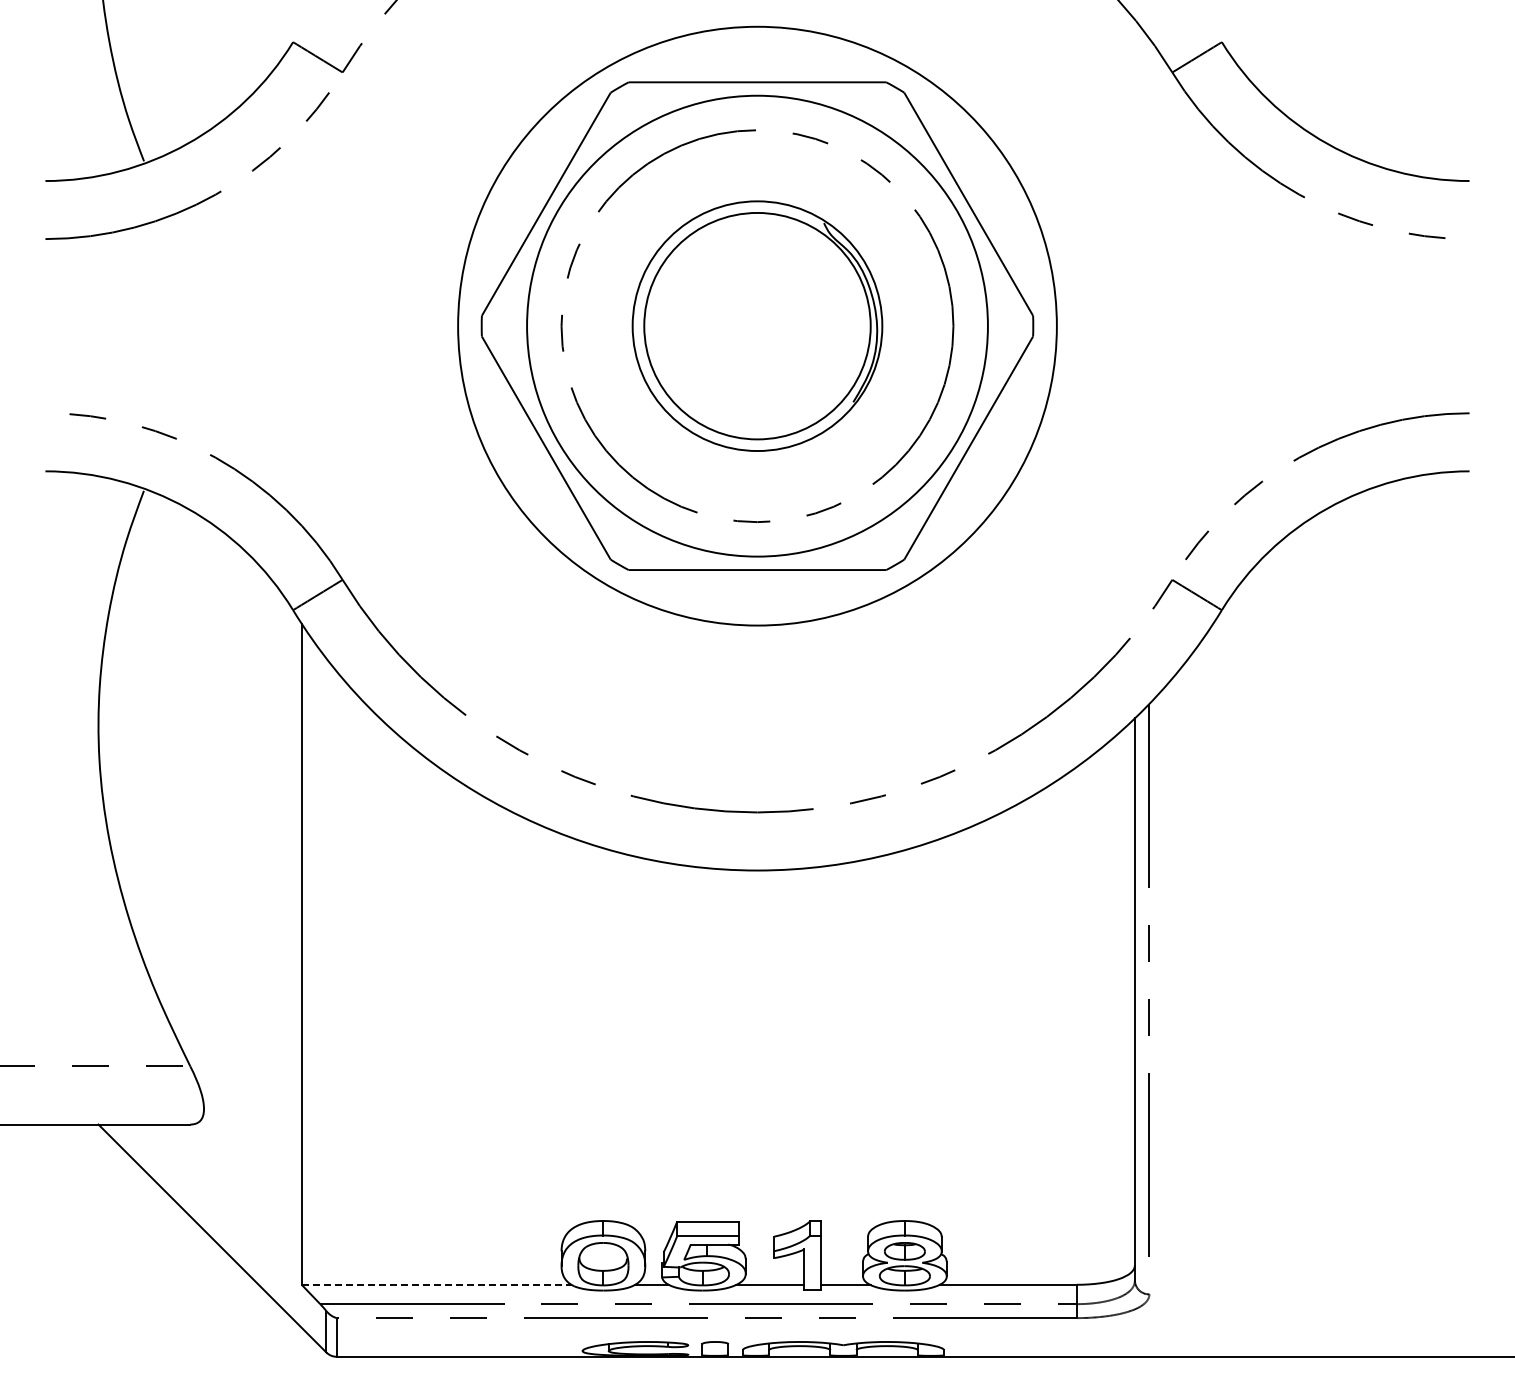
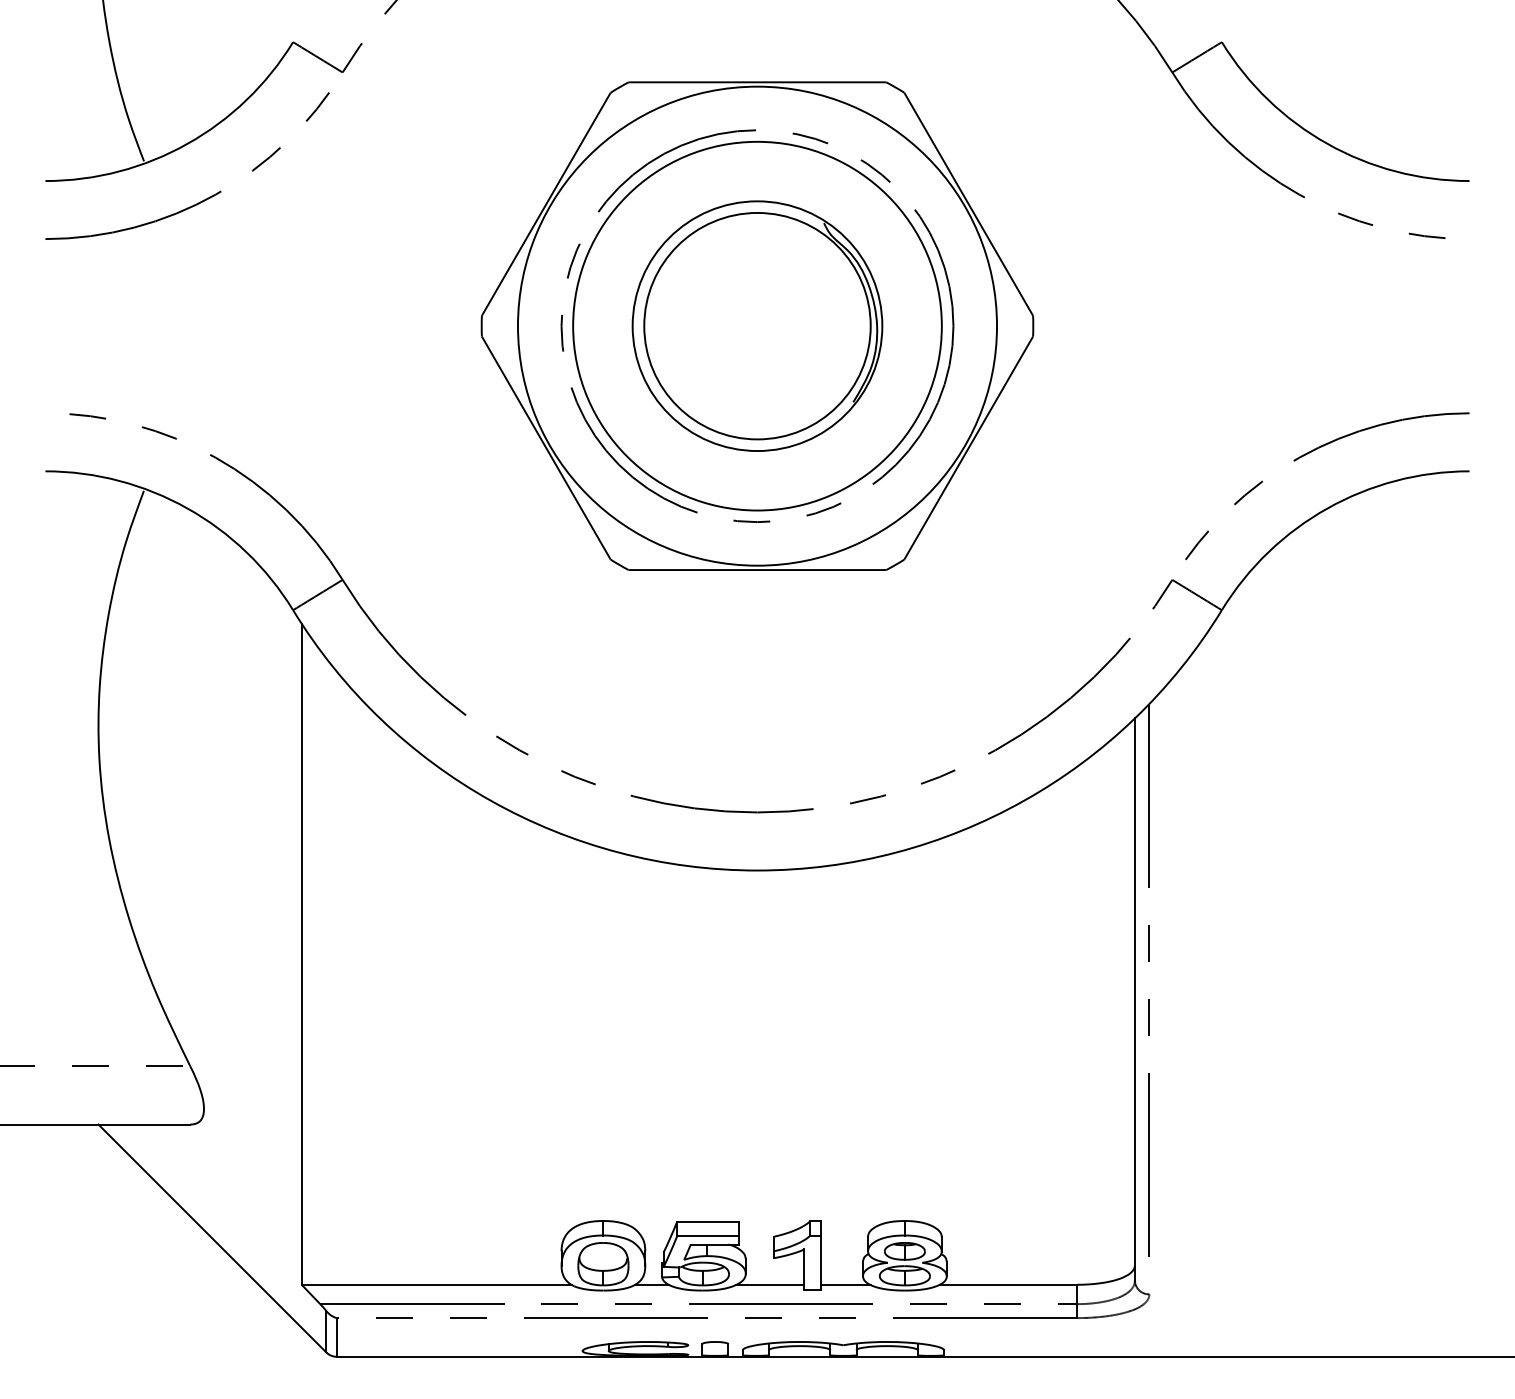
circle at (757, 325) diameter: 461 px -> 369 px
circle at (757, 325) diameter: 599 px -> 479 px
line at (437, 1284): dashed -> solid
